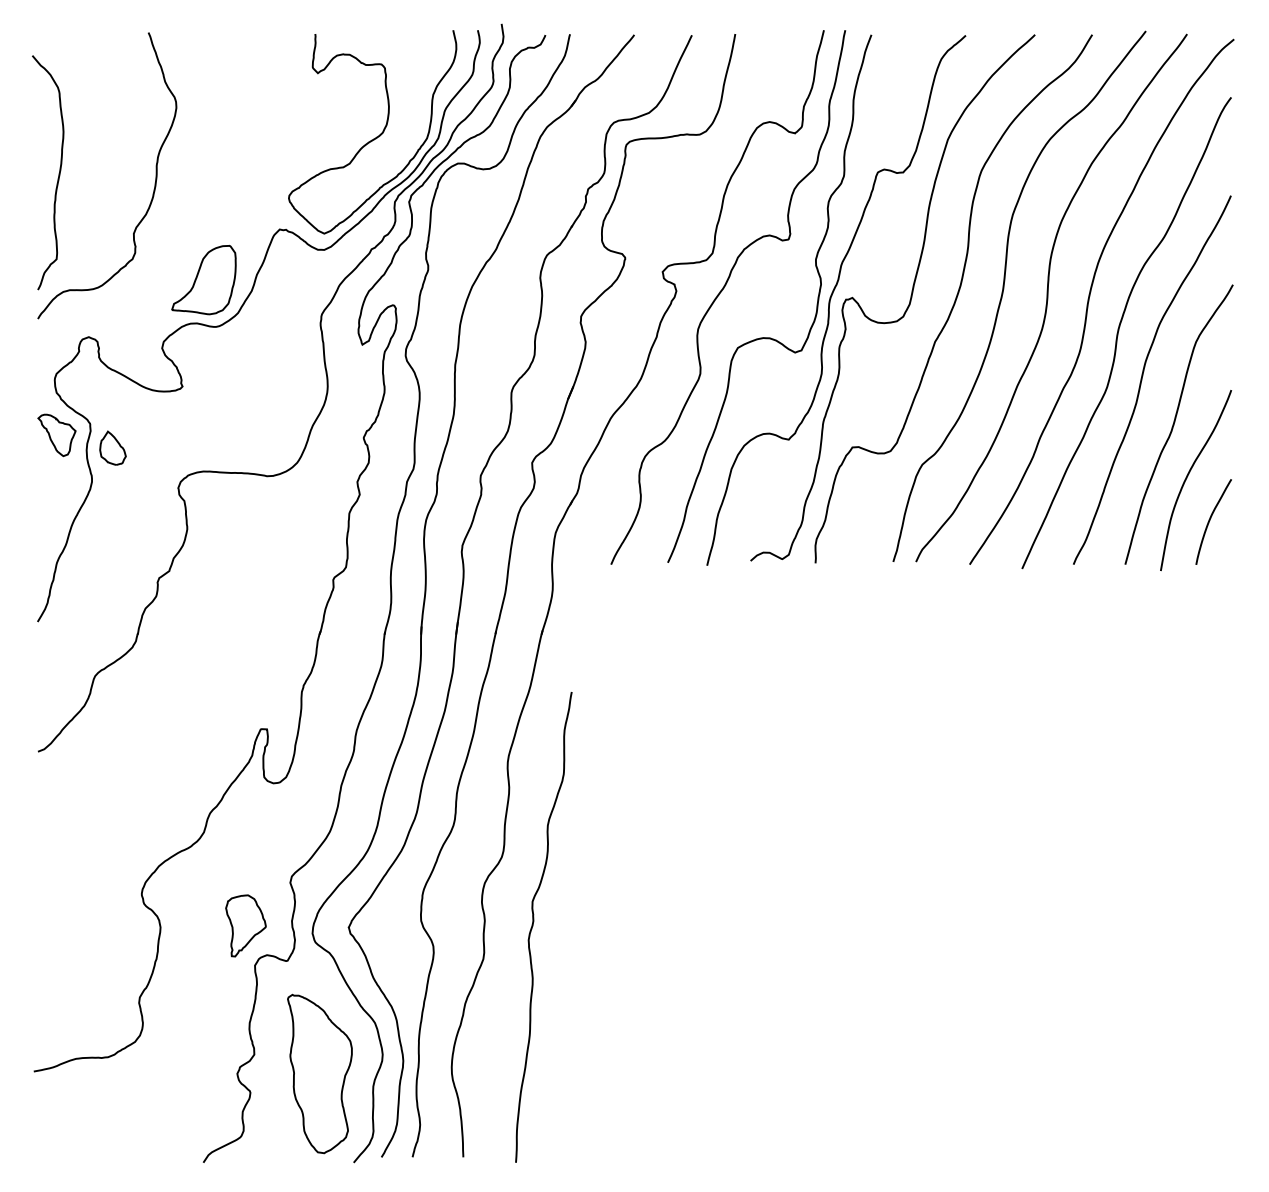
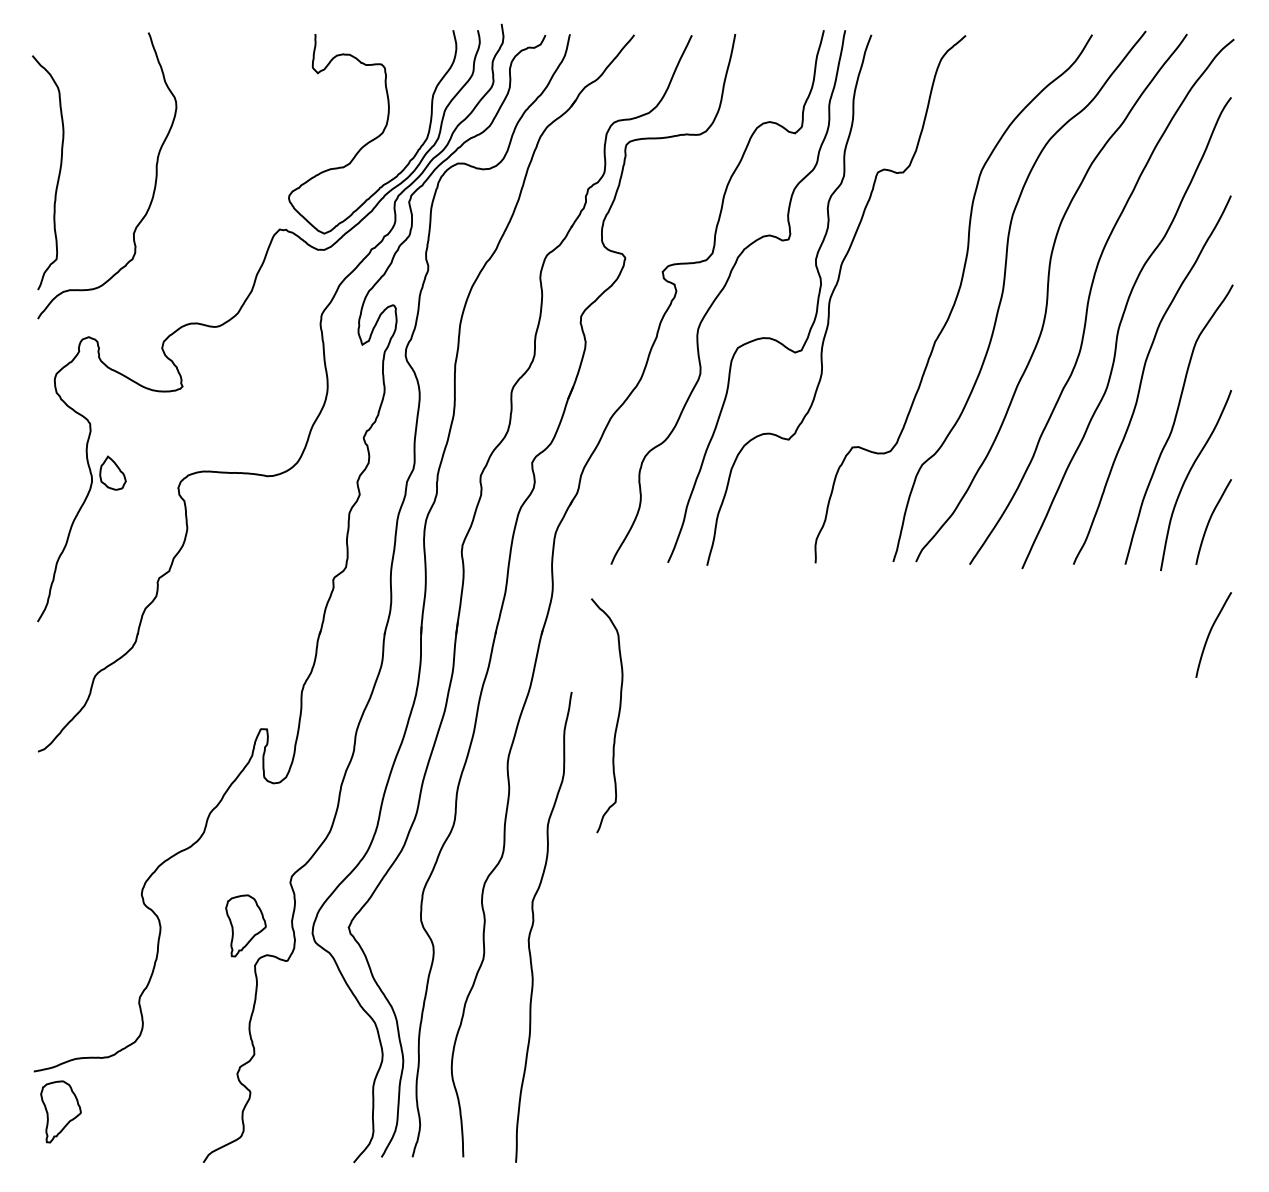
part at (203, 279): present -> none
curve at (909, 300): present -> none
part at (56, 435): present -> none
part at (112, 447) position: (112, 447) -> (112, 472)
curve at (1210, 633): none -> present
curve at (617, 716): none -> present
part at (319, 1073): present -> none
part at (60, 1111): none -> present
